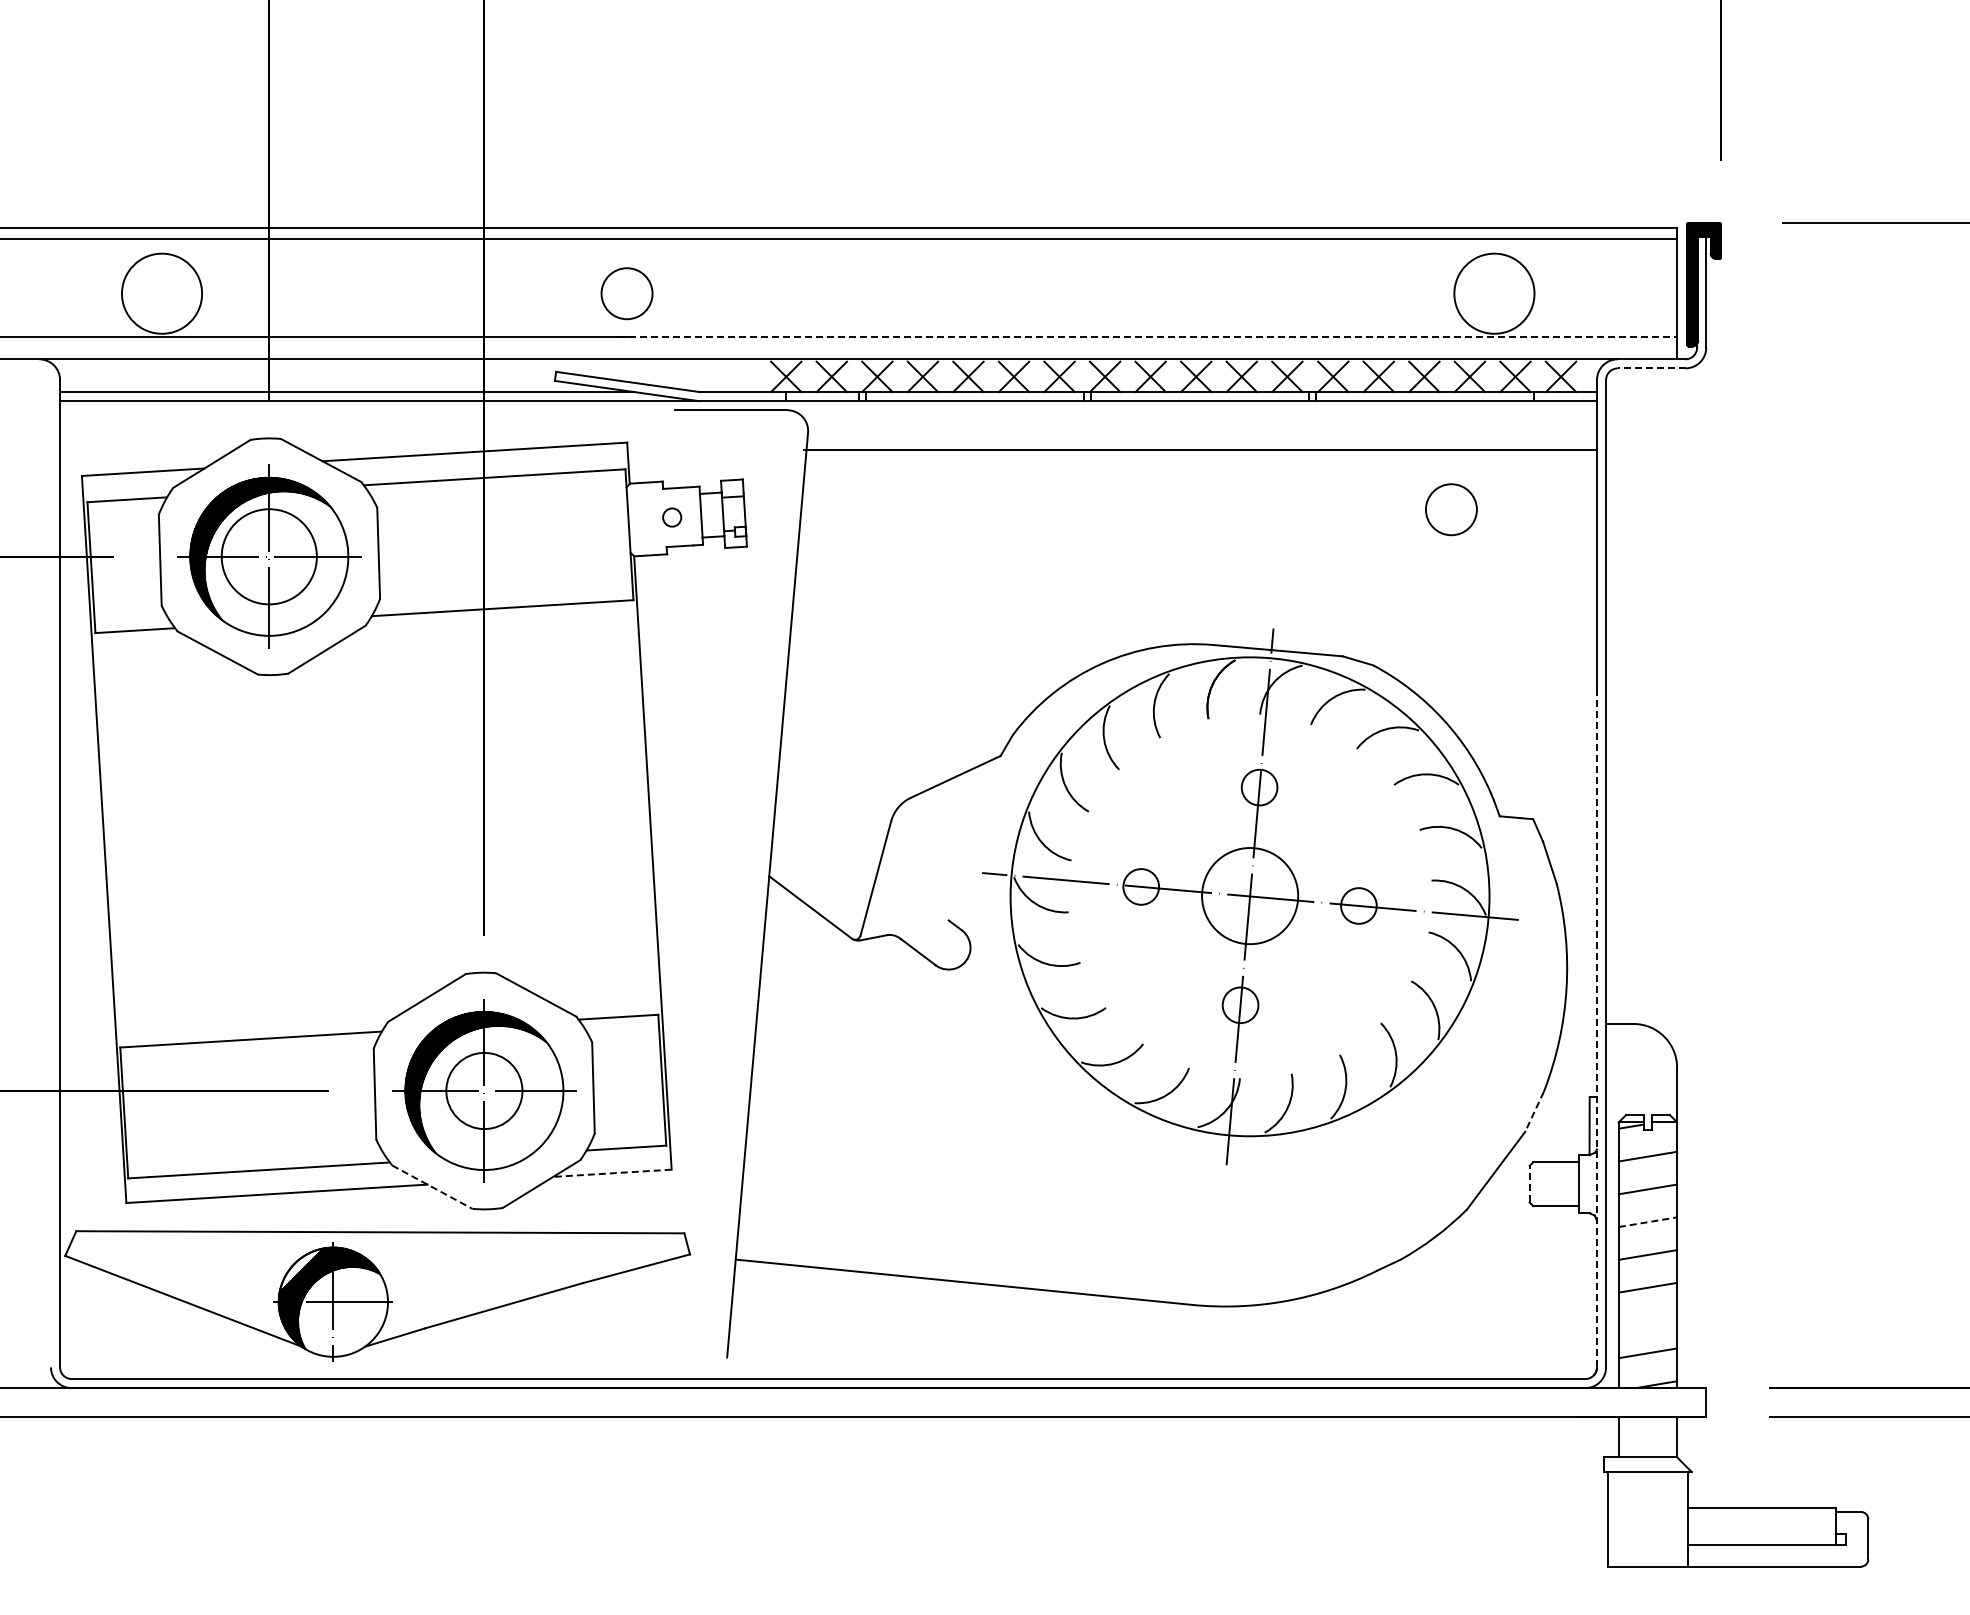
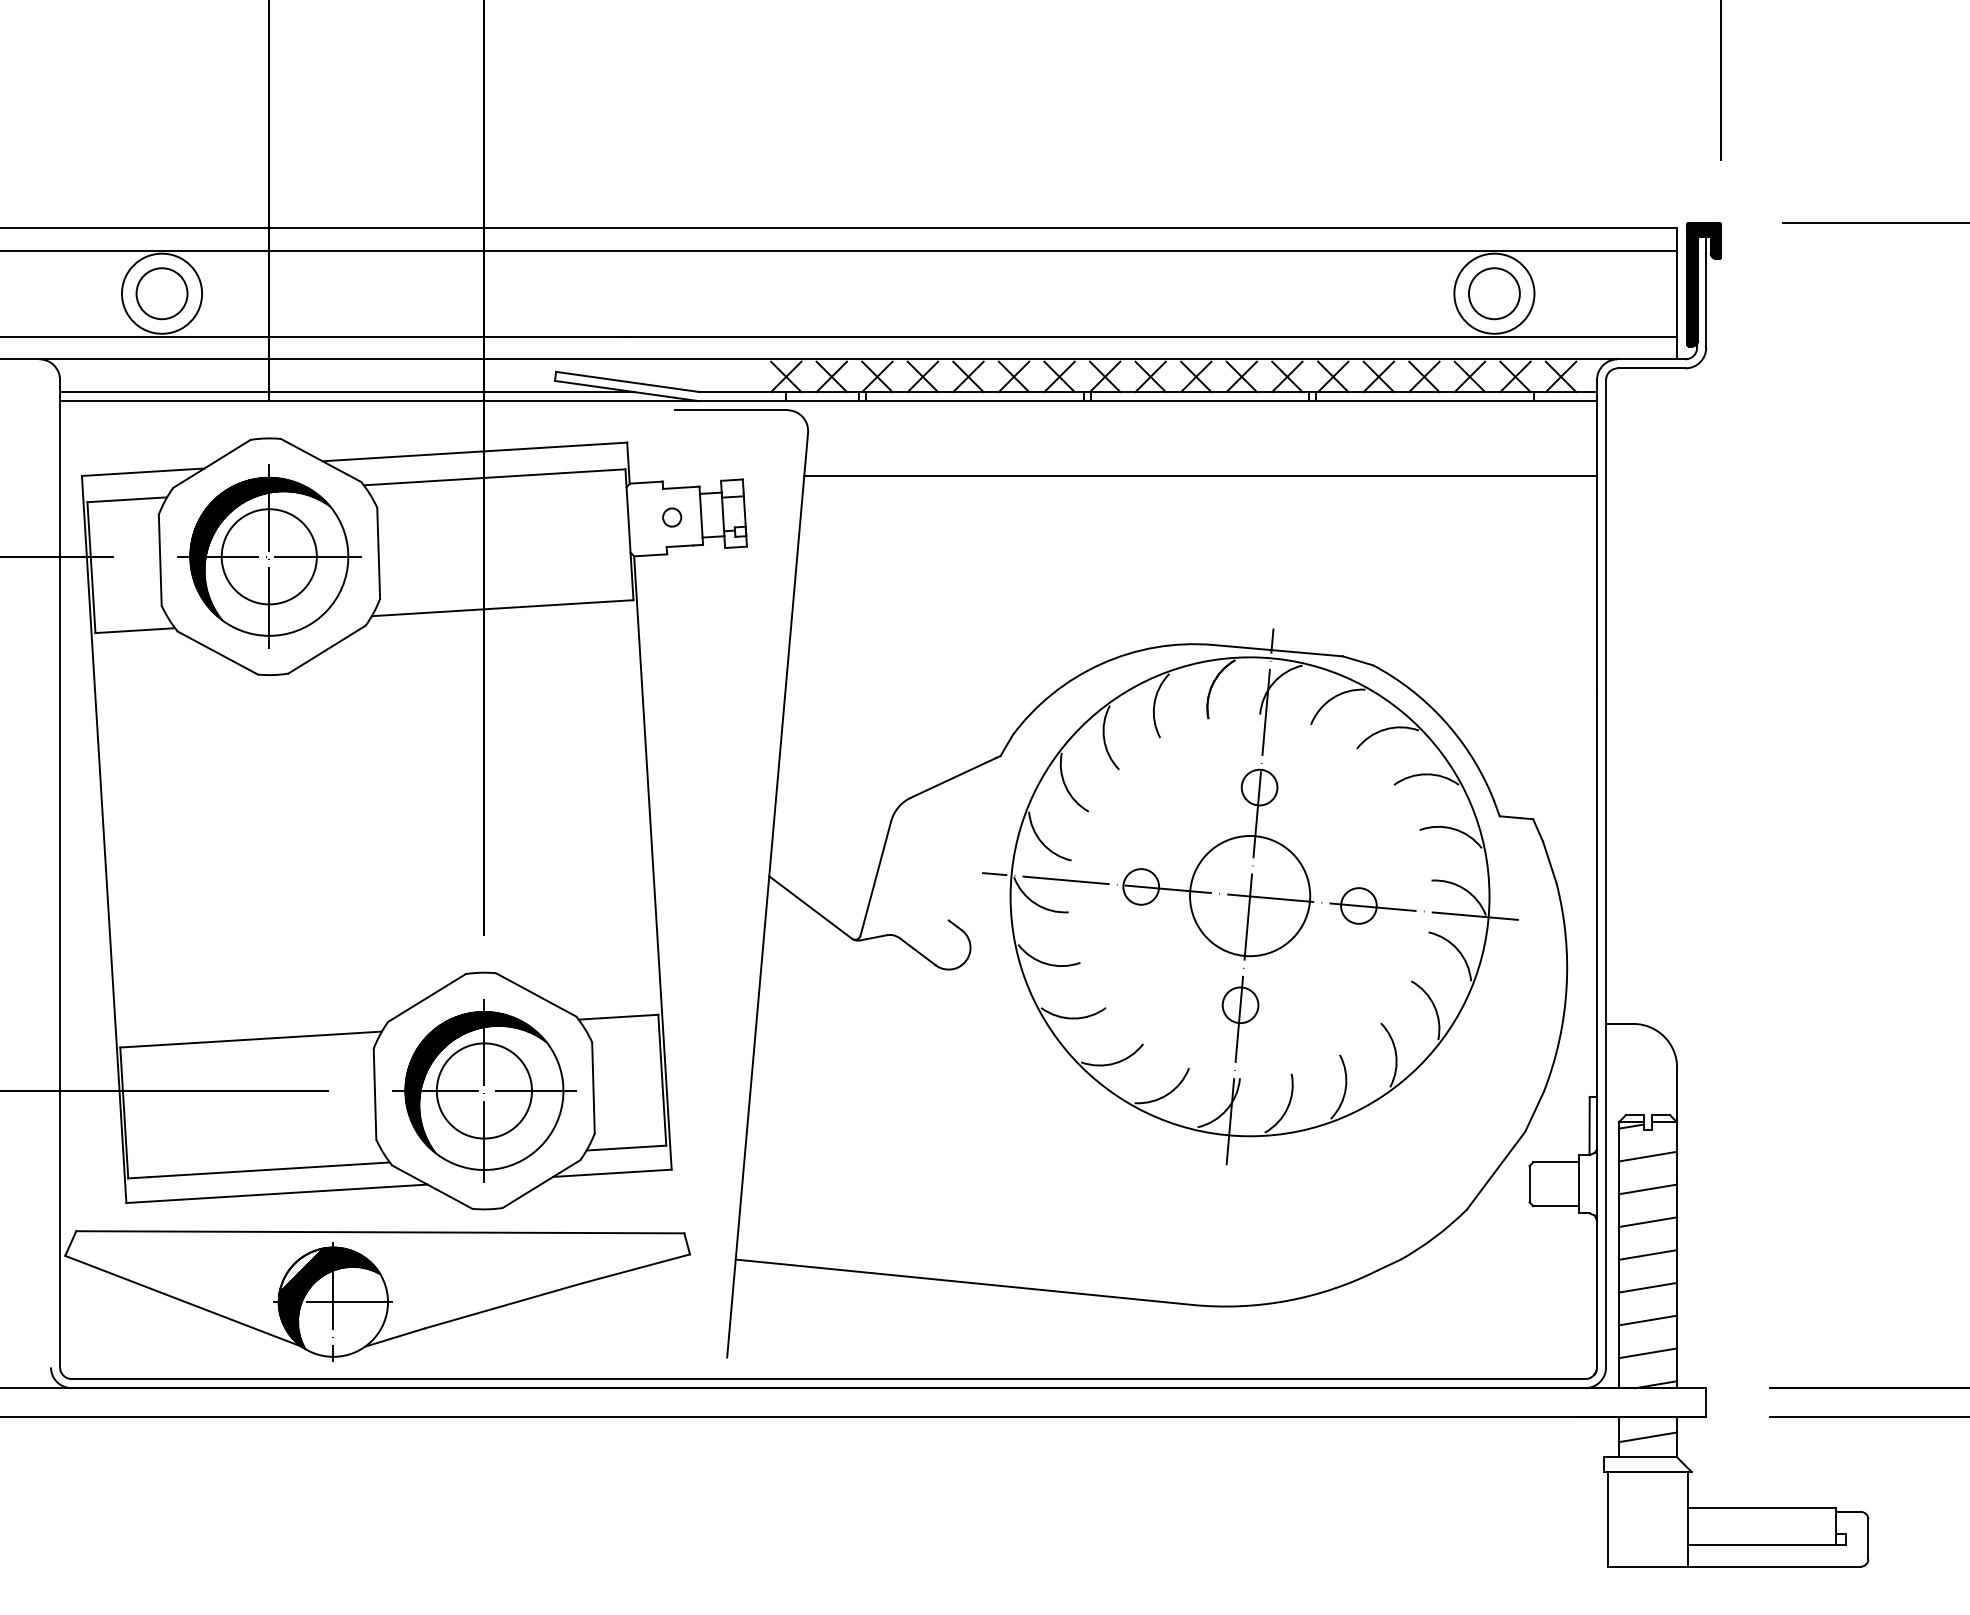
line at (839, 238) position: (839, 238) -> (839, 250)
circle at (626, 293) position: (626, 293) -> (161, 293)
line at (1147, 336): dashed -> solid
line at (1651, 368): dashed -> solid
line at (1200, 449) position: (1200, 449) -> (1200, 475)
circle at (1451, 509) position: (1451, 509) -> (1494, 293)
circle at (1250, 896) diameter: 96 px -> 120 px
line at (1596, 1028): dashed -> solid
circle at (484, 1090) diameter: 76 px -> 95 px
line at (1534, 1111): dashed -> solid
line at (611, 1173): dashed -> solid
line at (1529, 1183): dashed -> solid
line at (432, 1187): dashed -> solid
line at (1647, 1222): dashed -> solid
line at (1647, 1320): none -> present
line at (1647, 1437): none -> present
